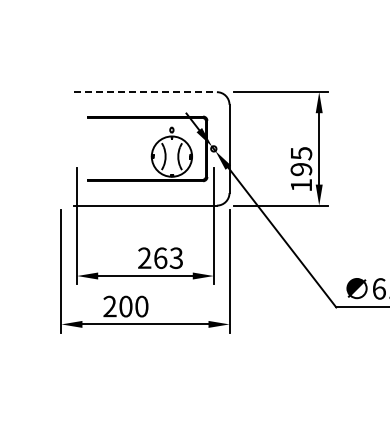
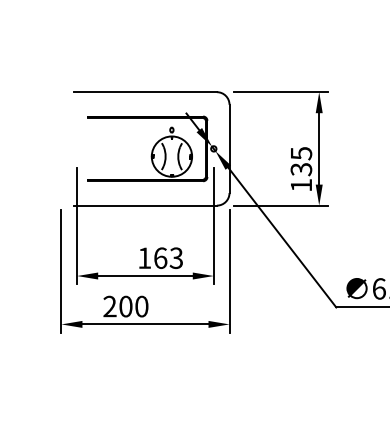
line at (145, 92): dashed -> solid
text at (301, 169): 195 -> 135
text at (144, 257): 263 -> 163
